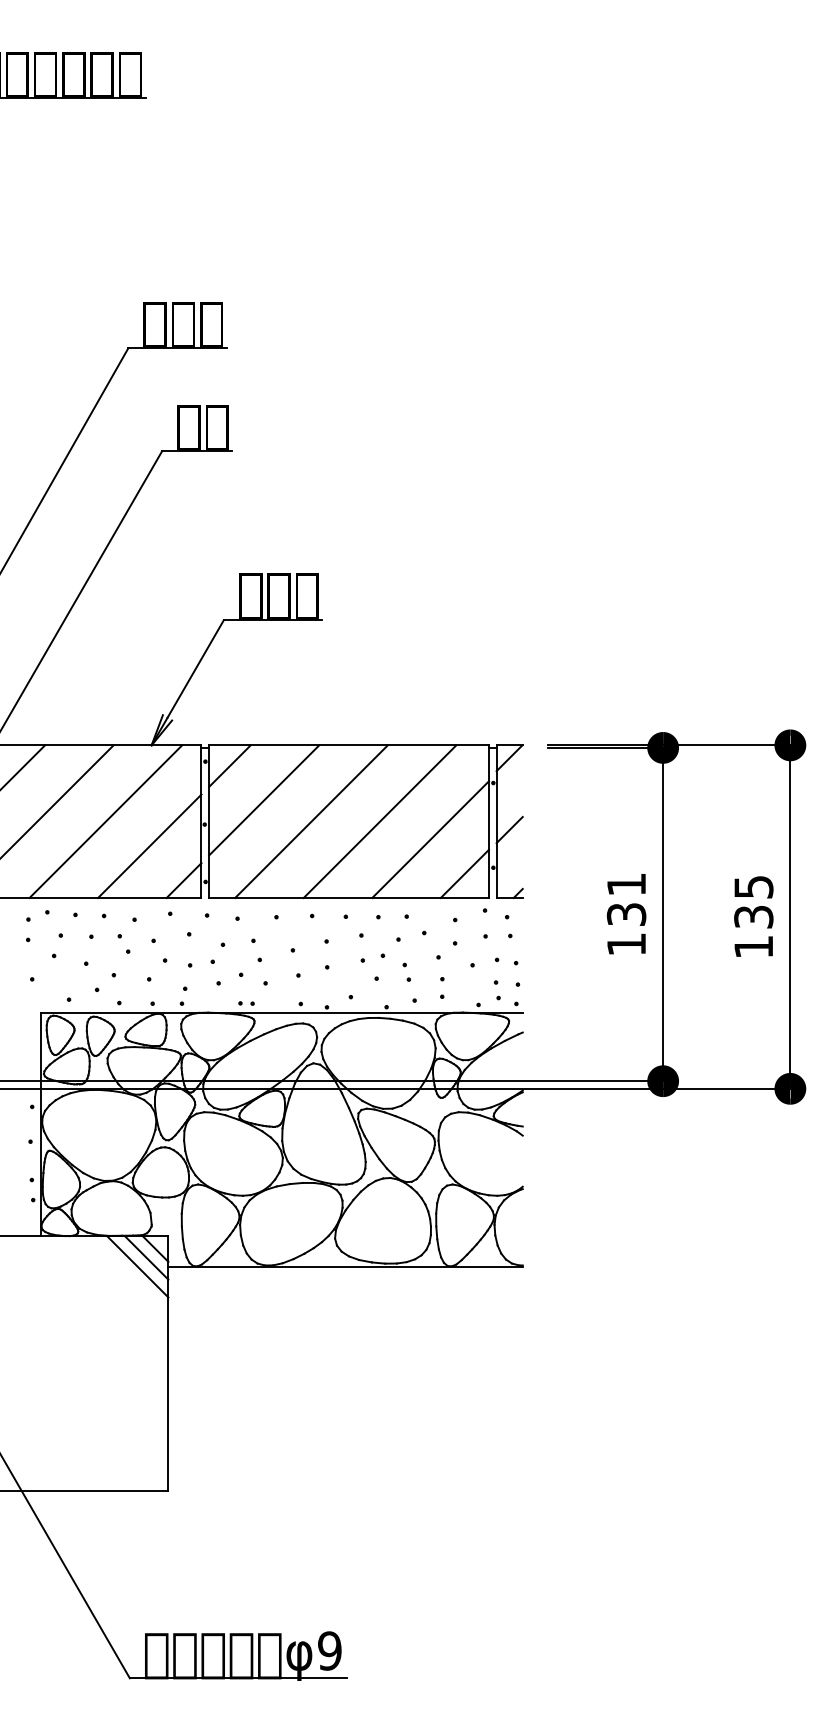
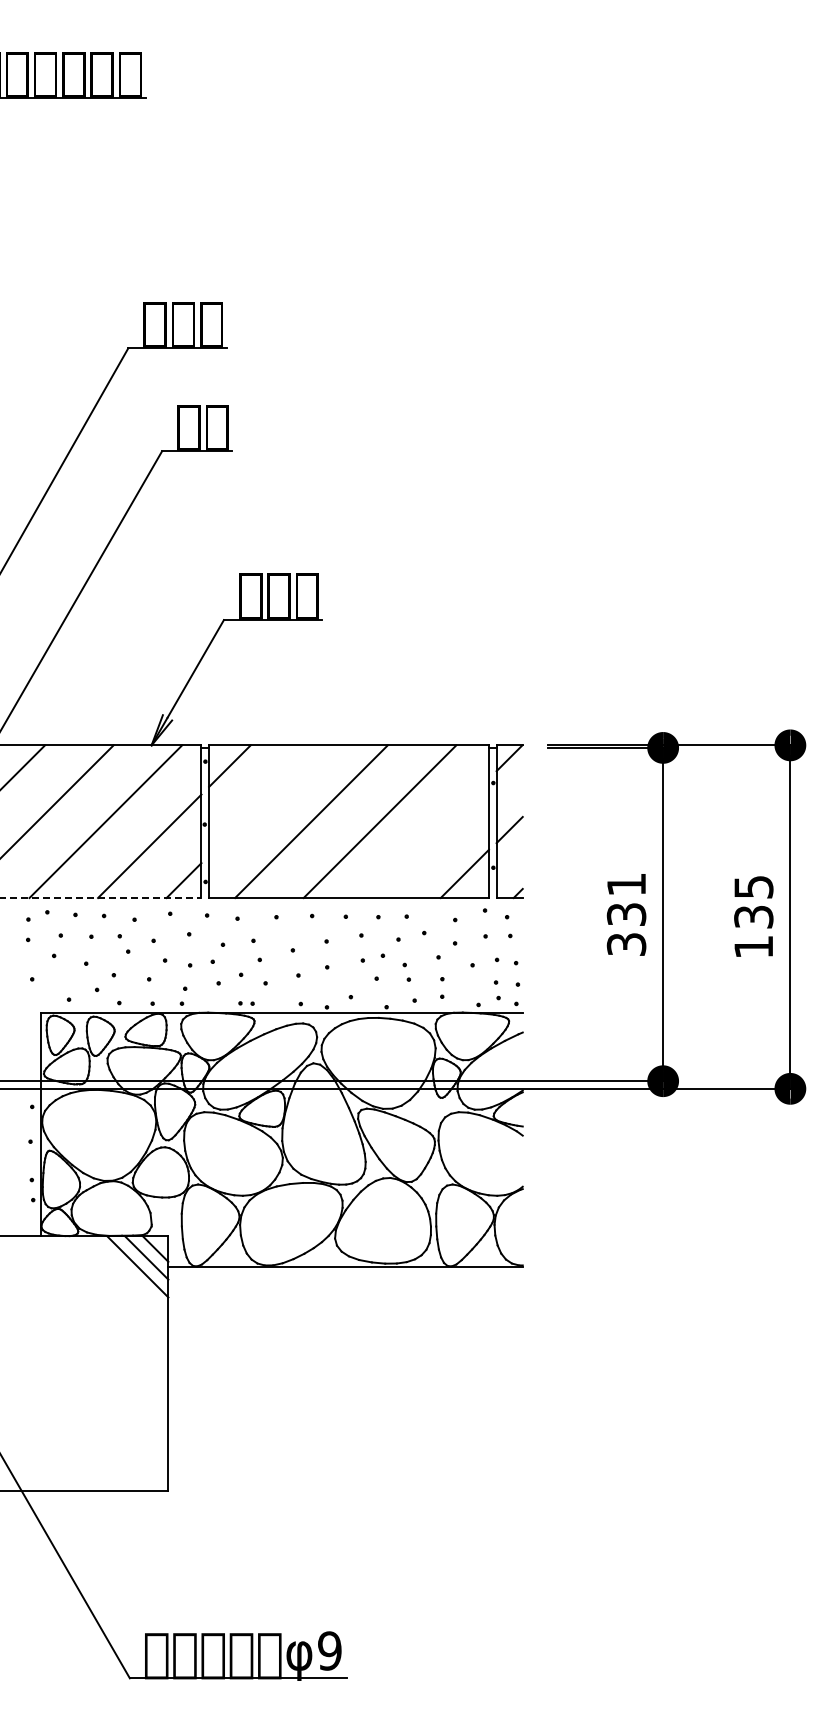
line at (264, 800): present -> none
line at (430, 839): present -> none
line at (101, 898): solid -> dashed
text at (626, 944): 131 -> 331
